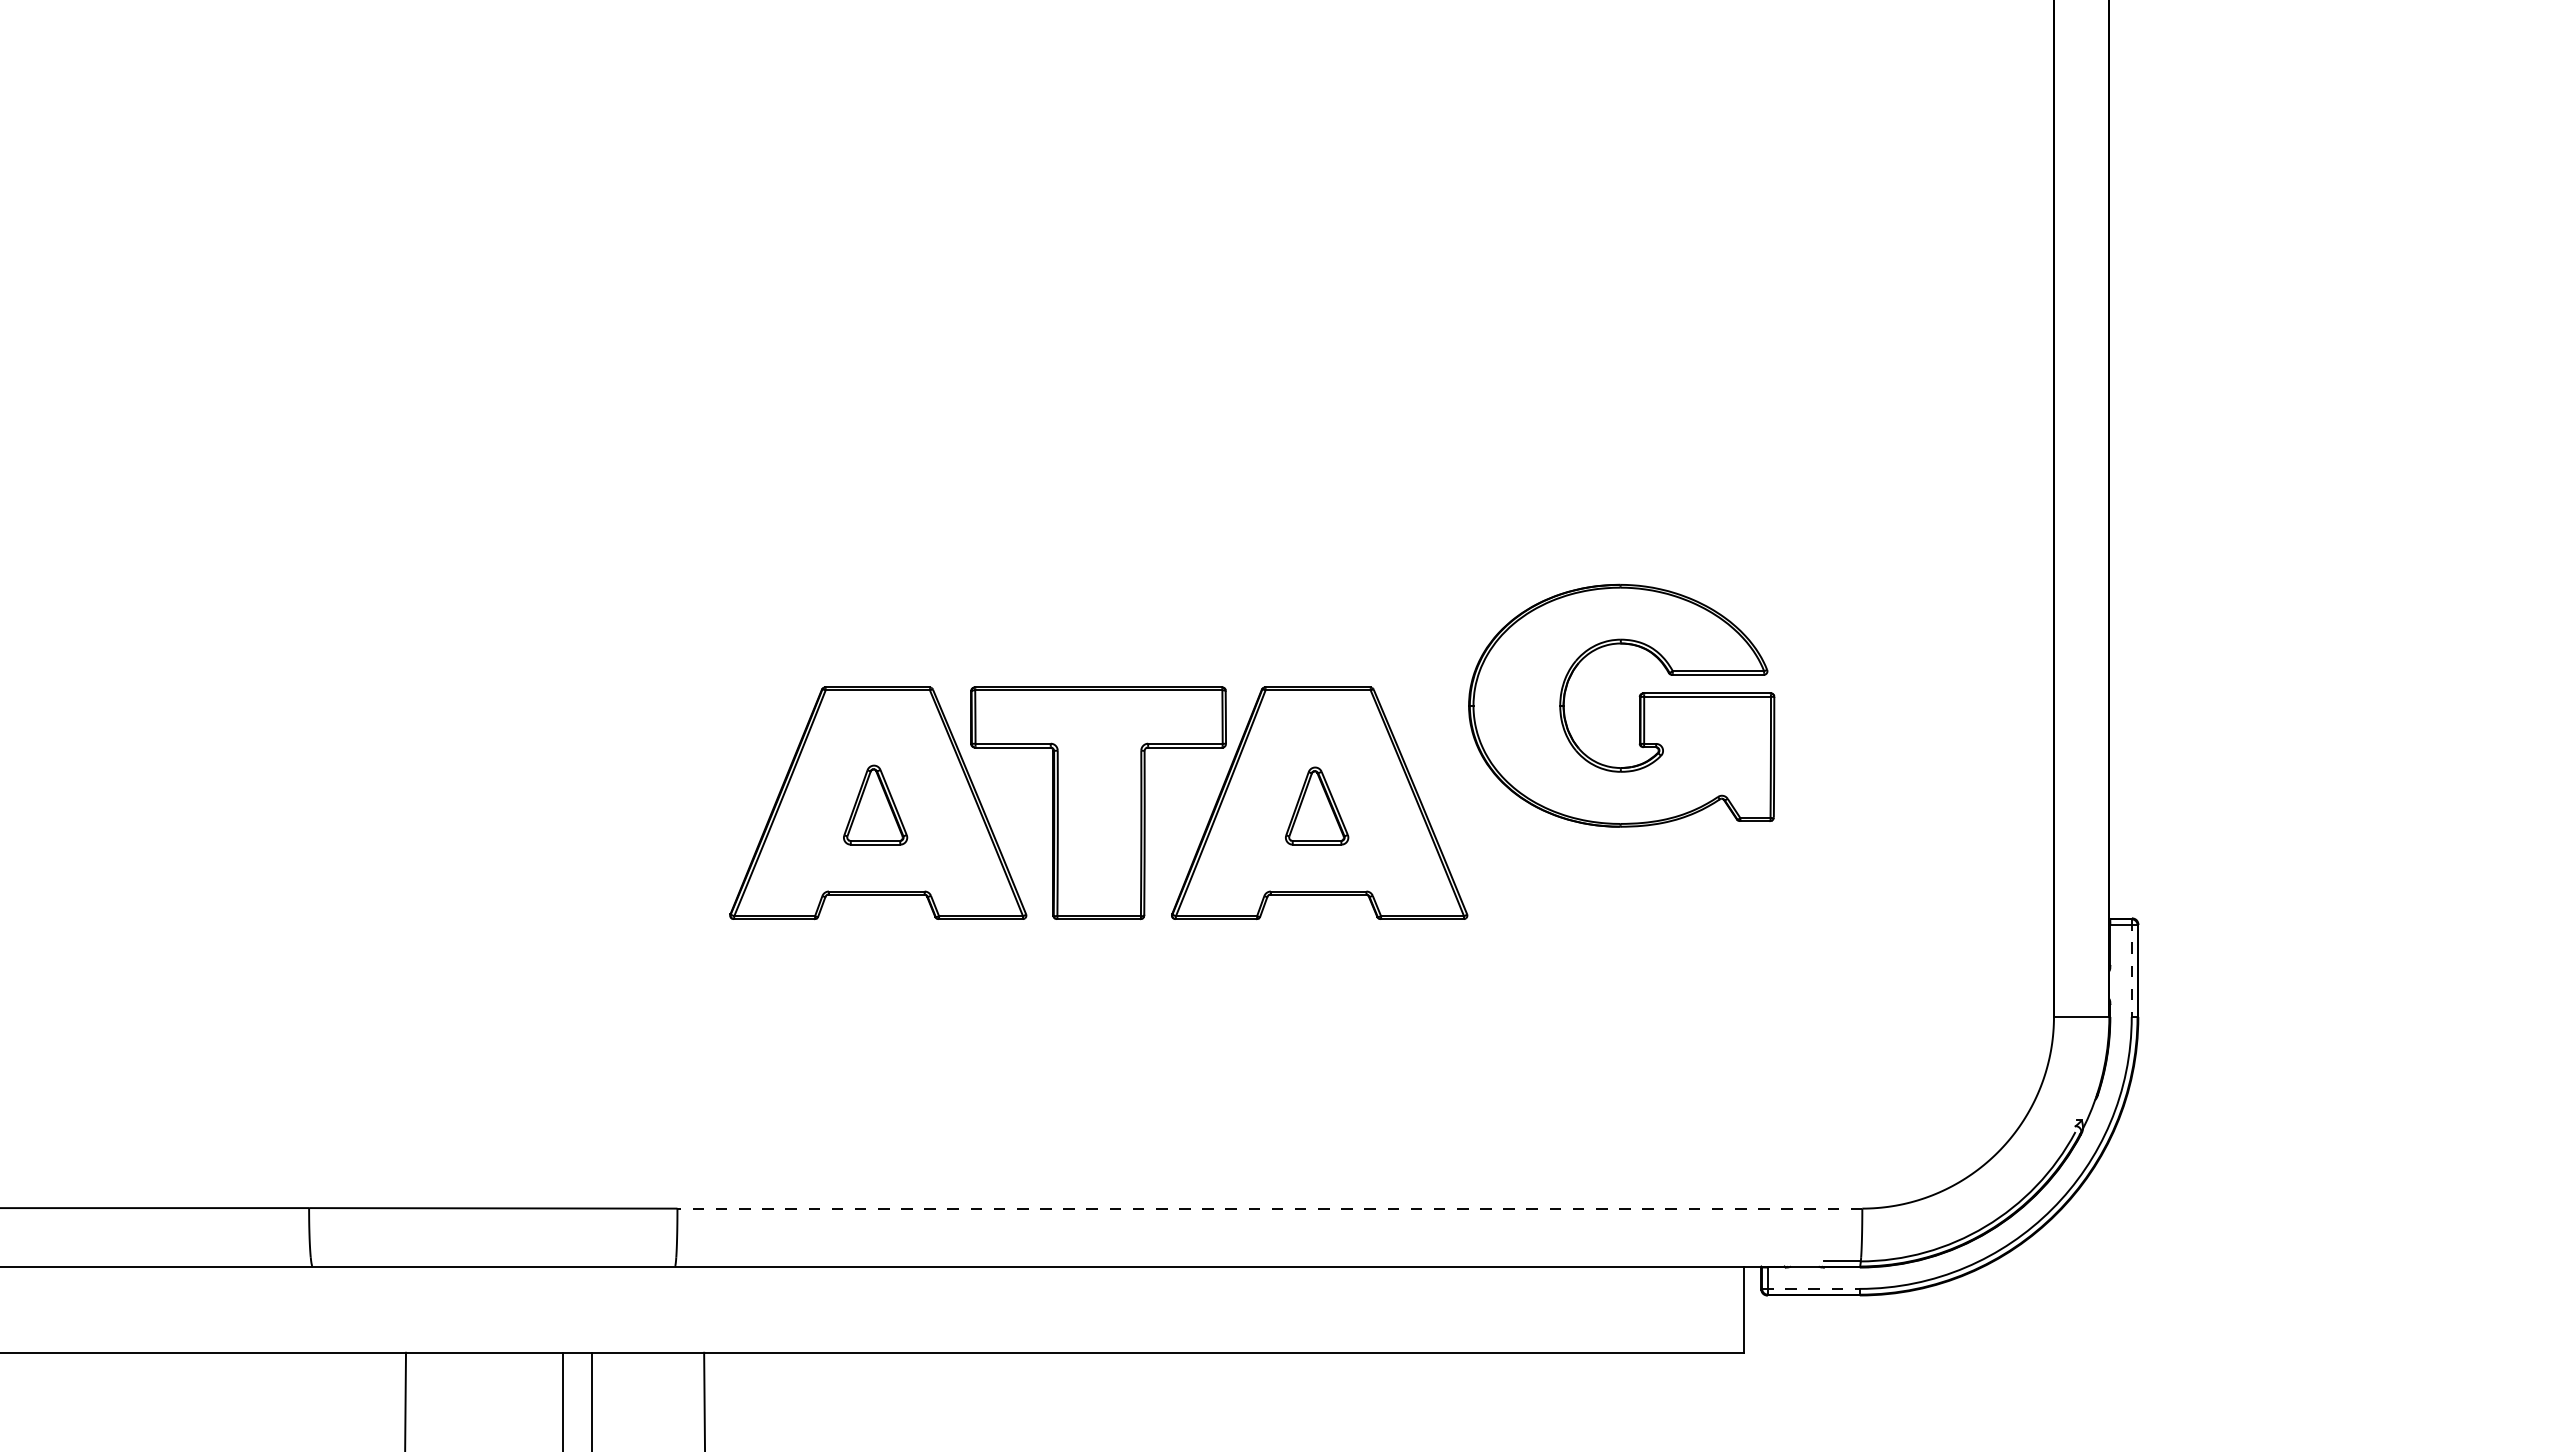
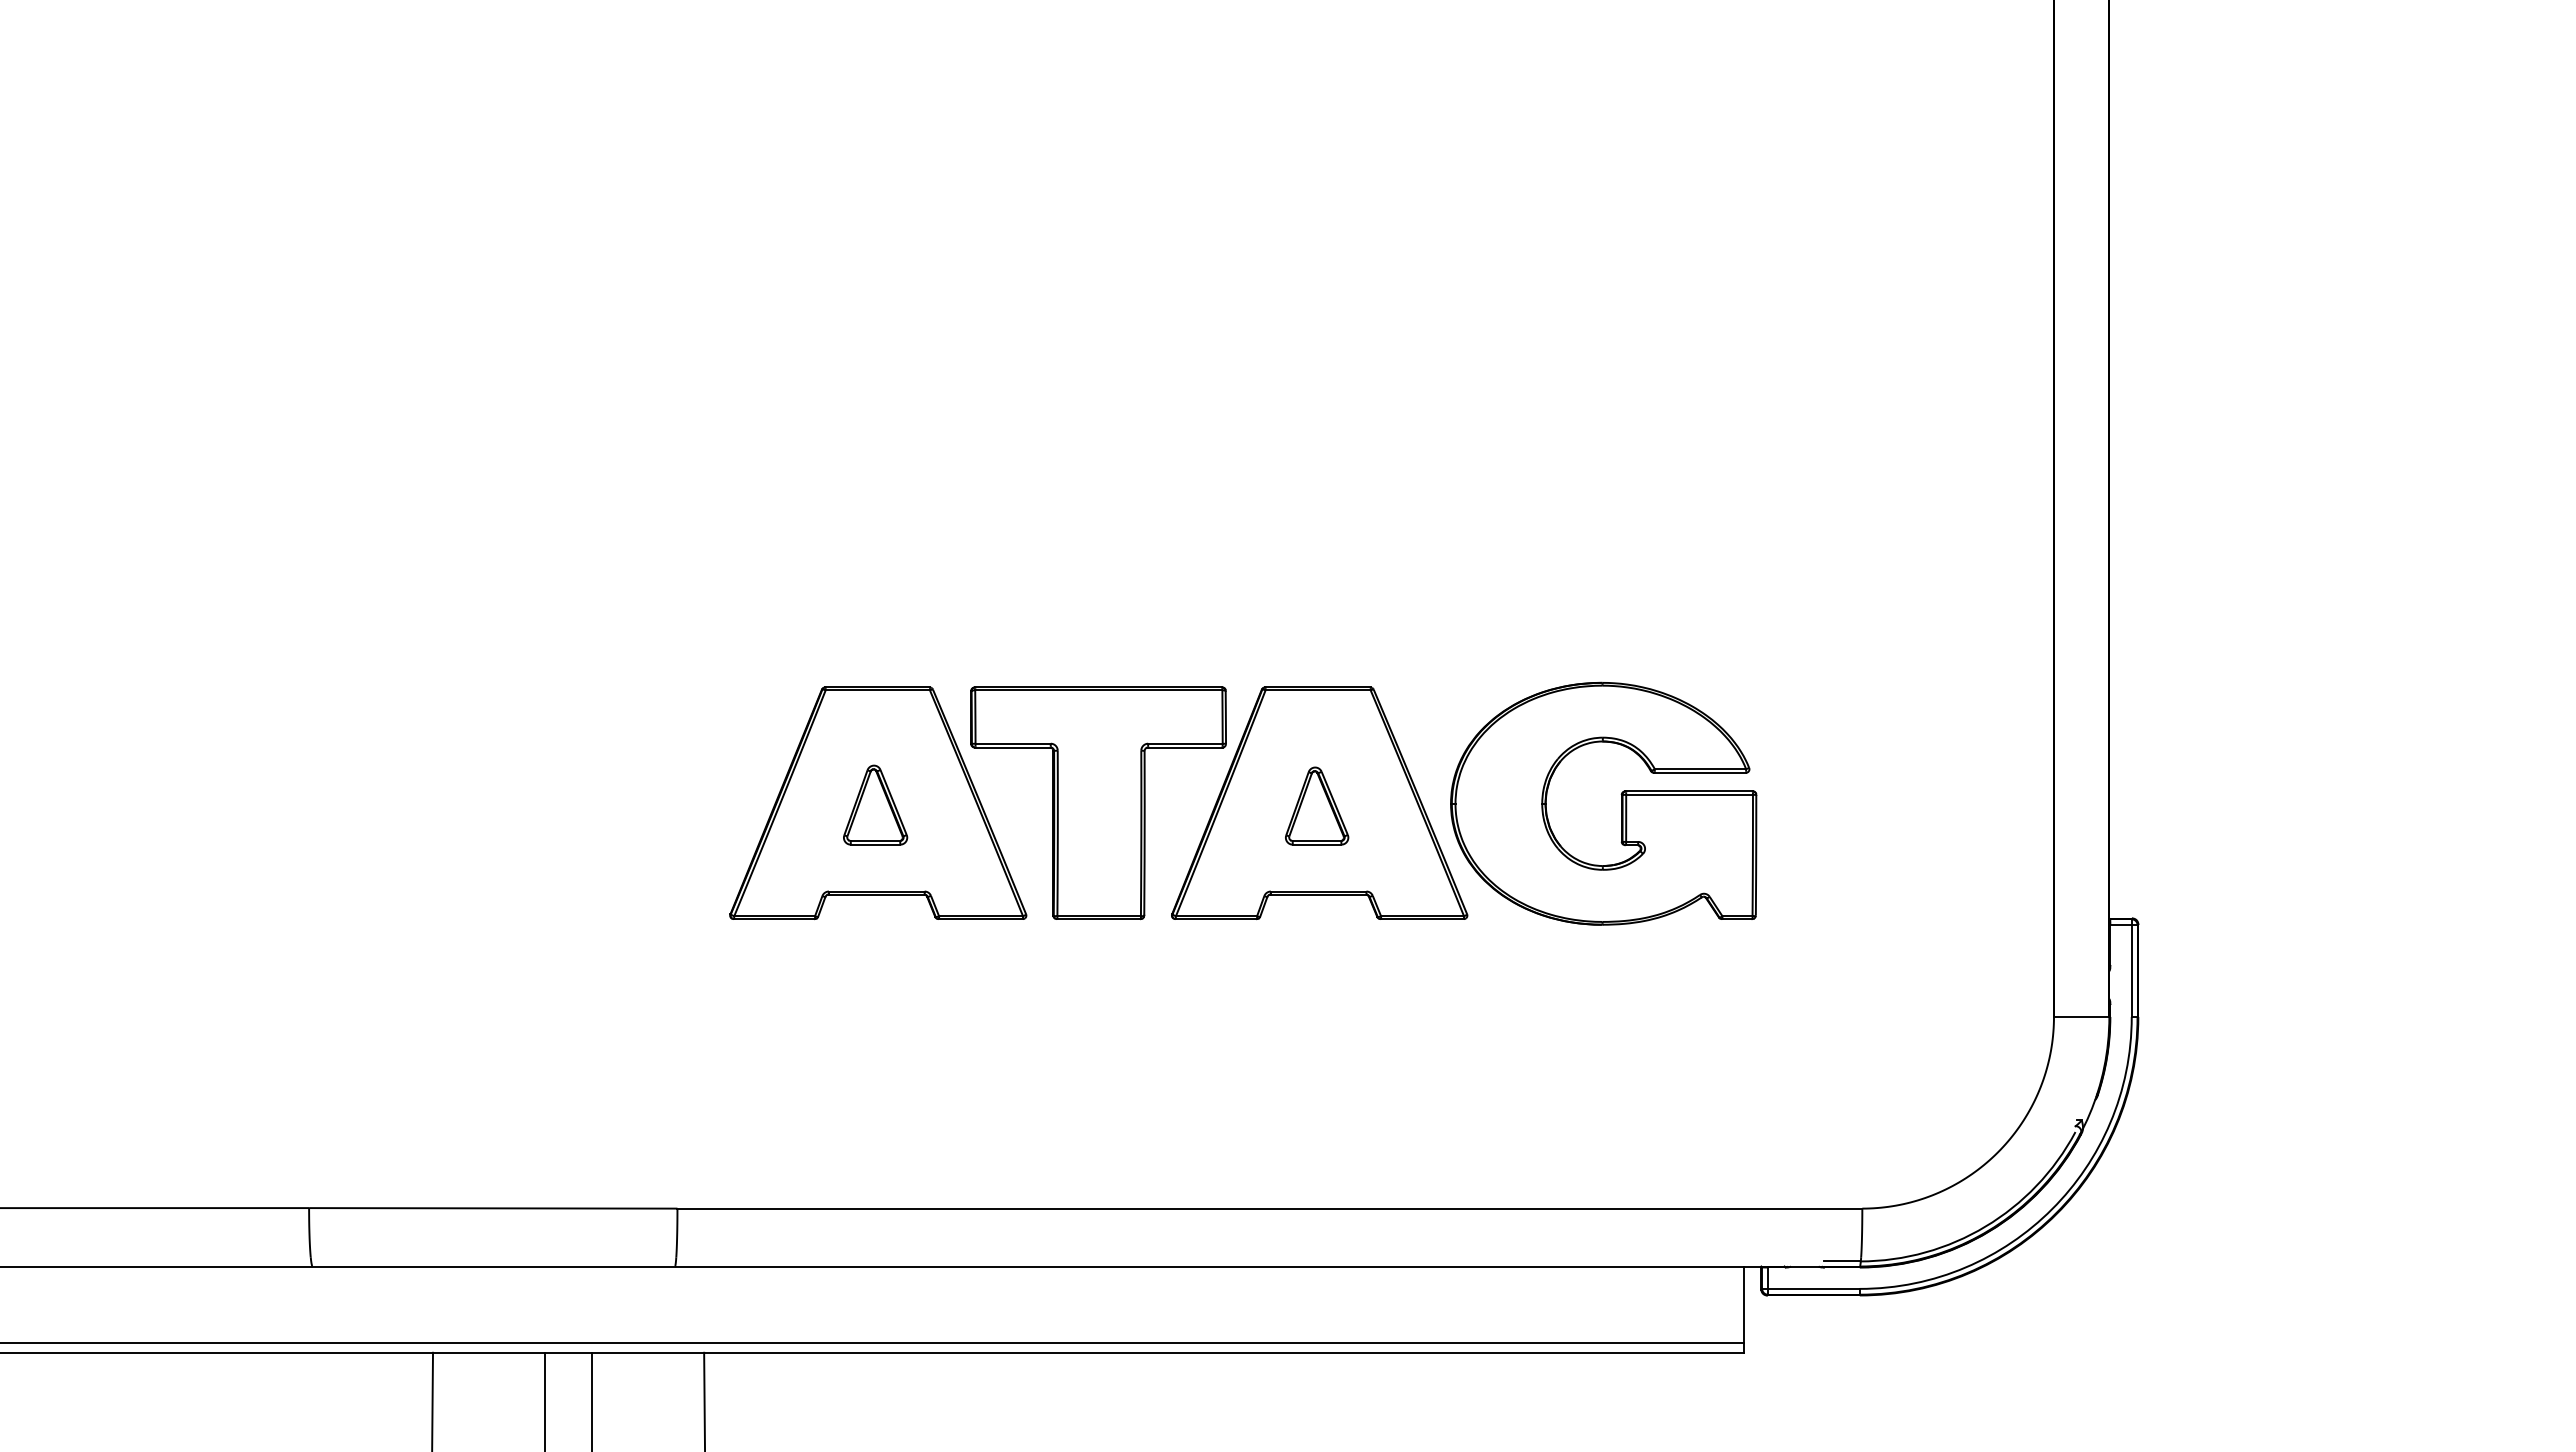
part at (1639, 705) position: (1639, 705) -> (1621, 803)
line at (2131, 968): dashed -> solid
line at (1269, 1208): dashed -> solid
line at (1810, 1288): dashed -> solid
line at (873, 1342): none -> present
line at (405, 1400) position: (405, 1400) -> (432, 1400)
line at (563, 1400) position: (563, 1400) -> (545, 1400)
